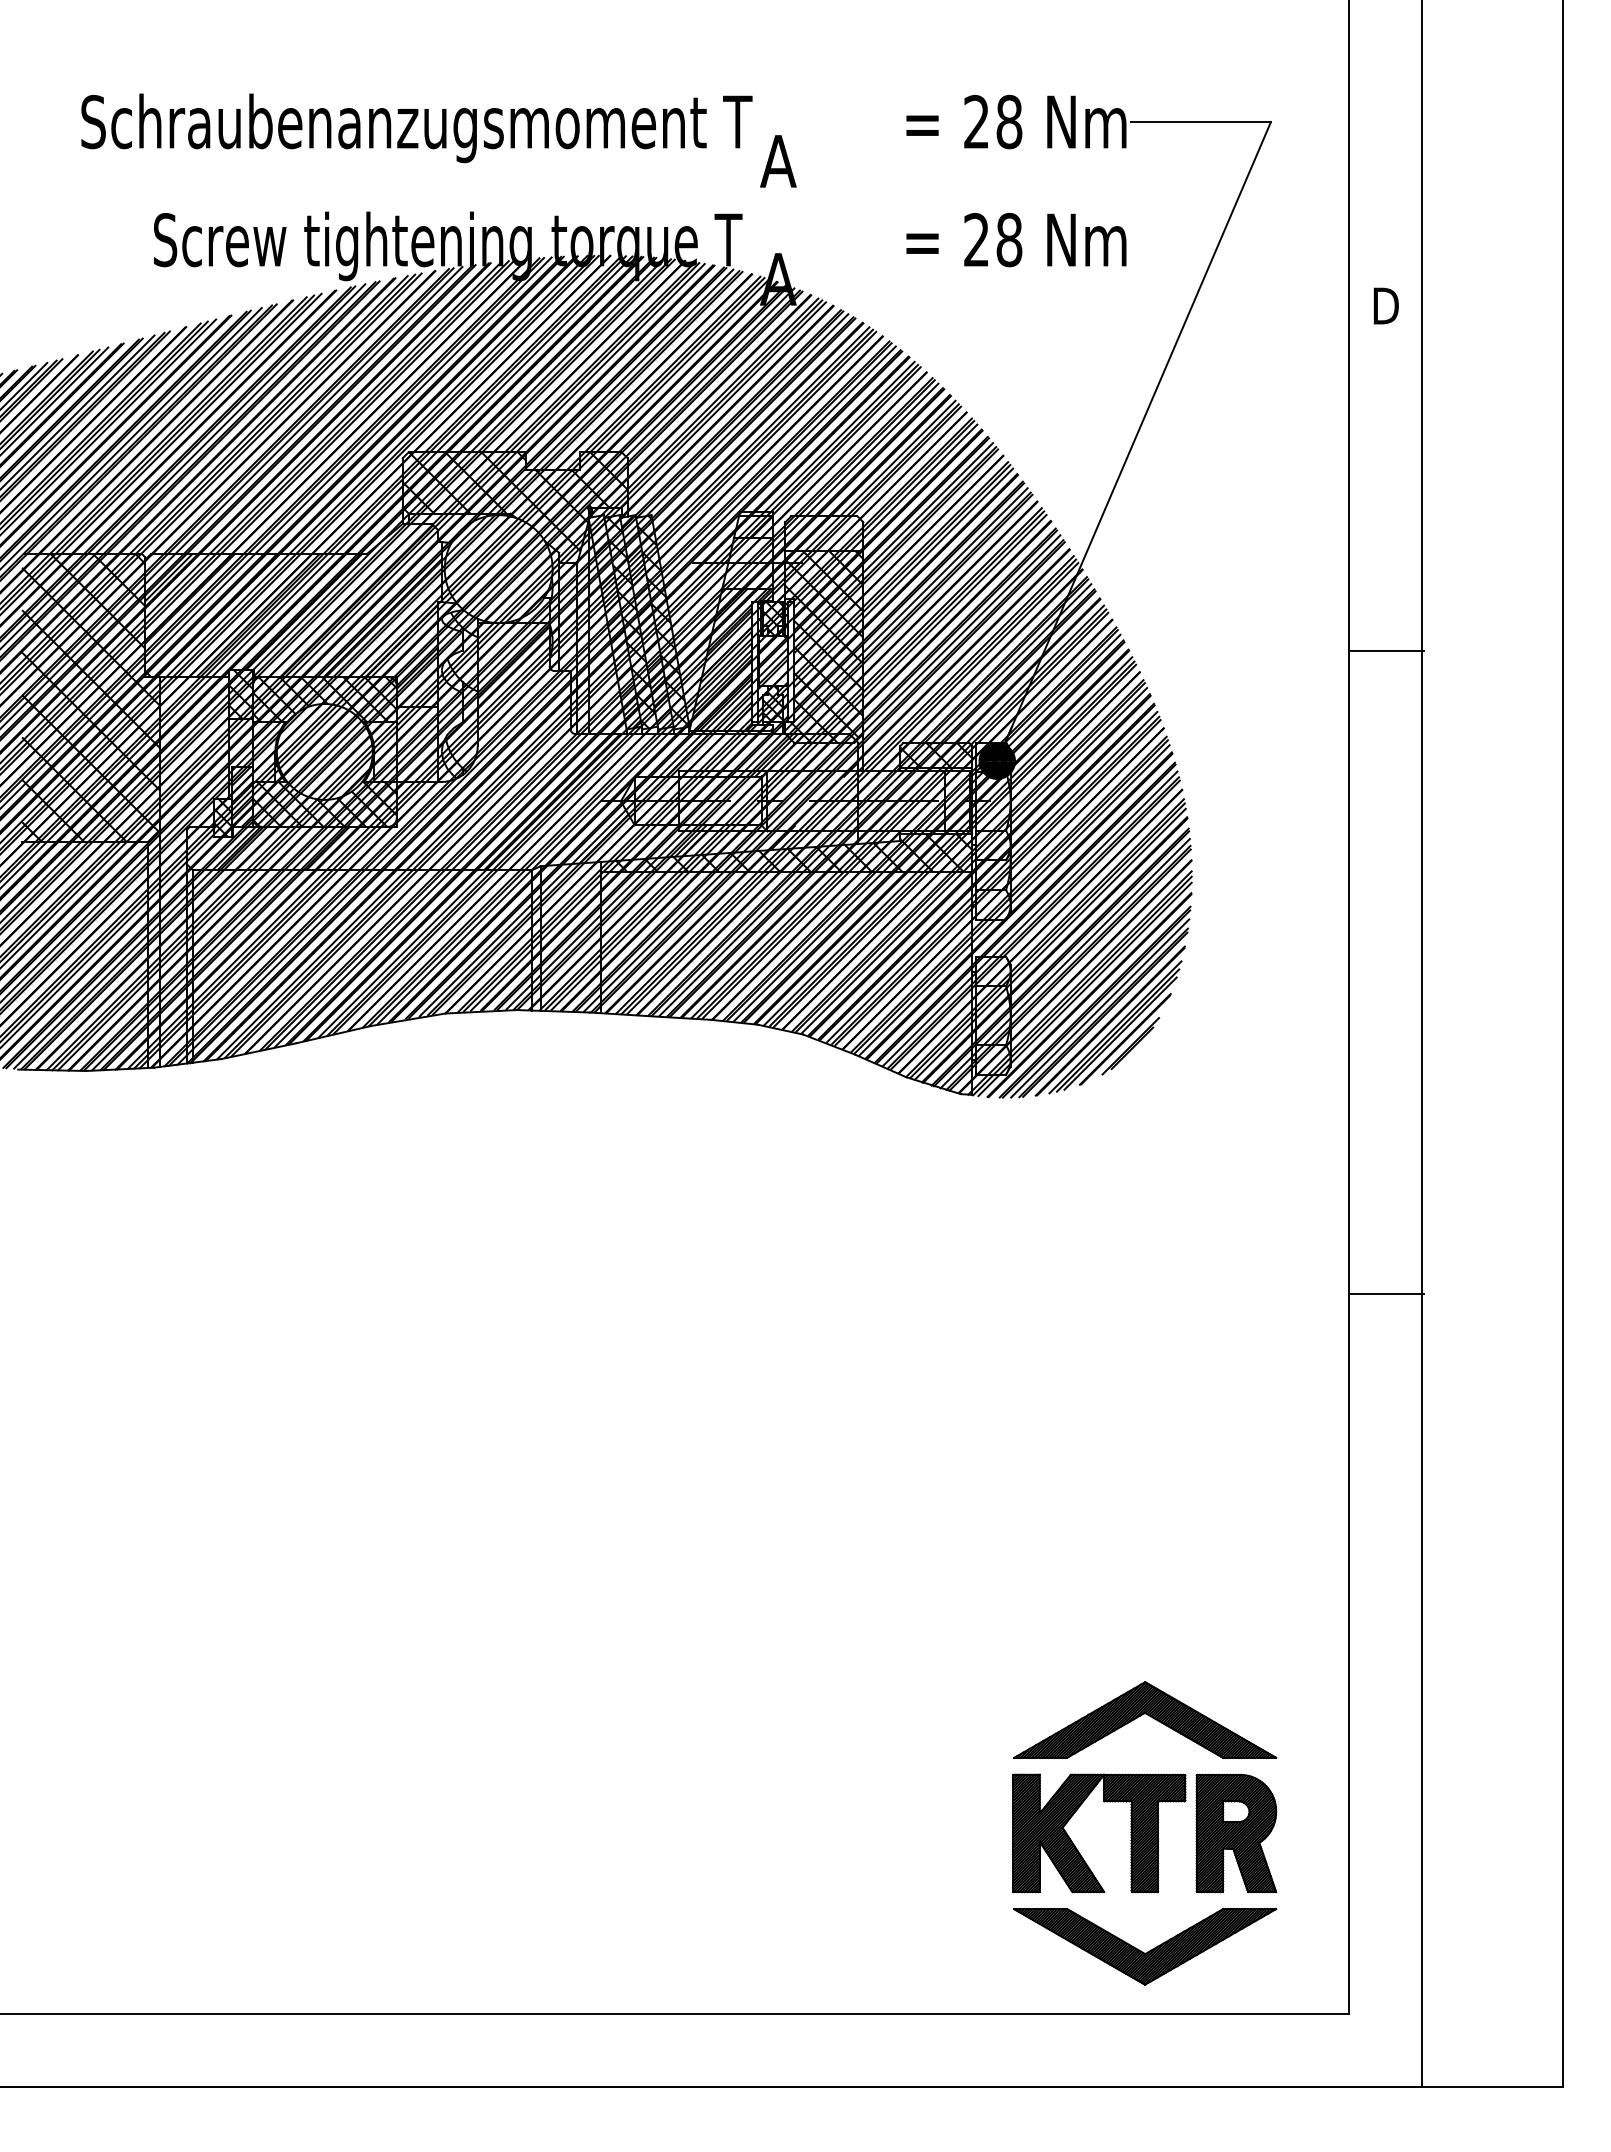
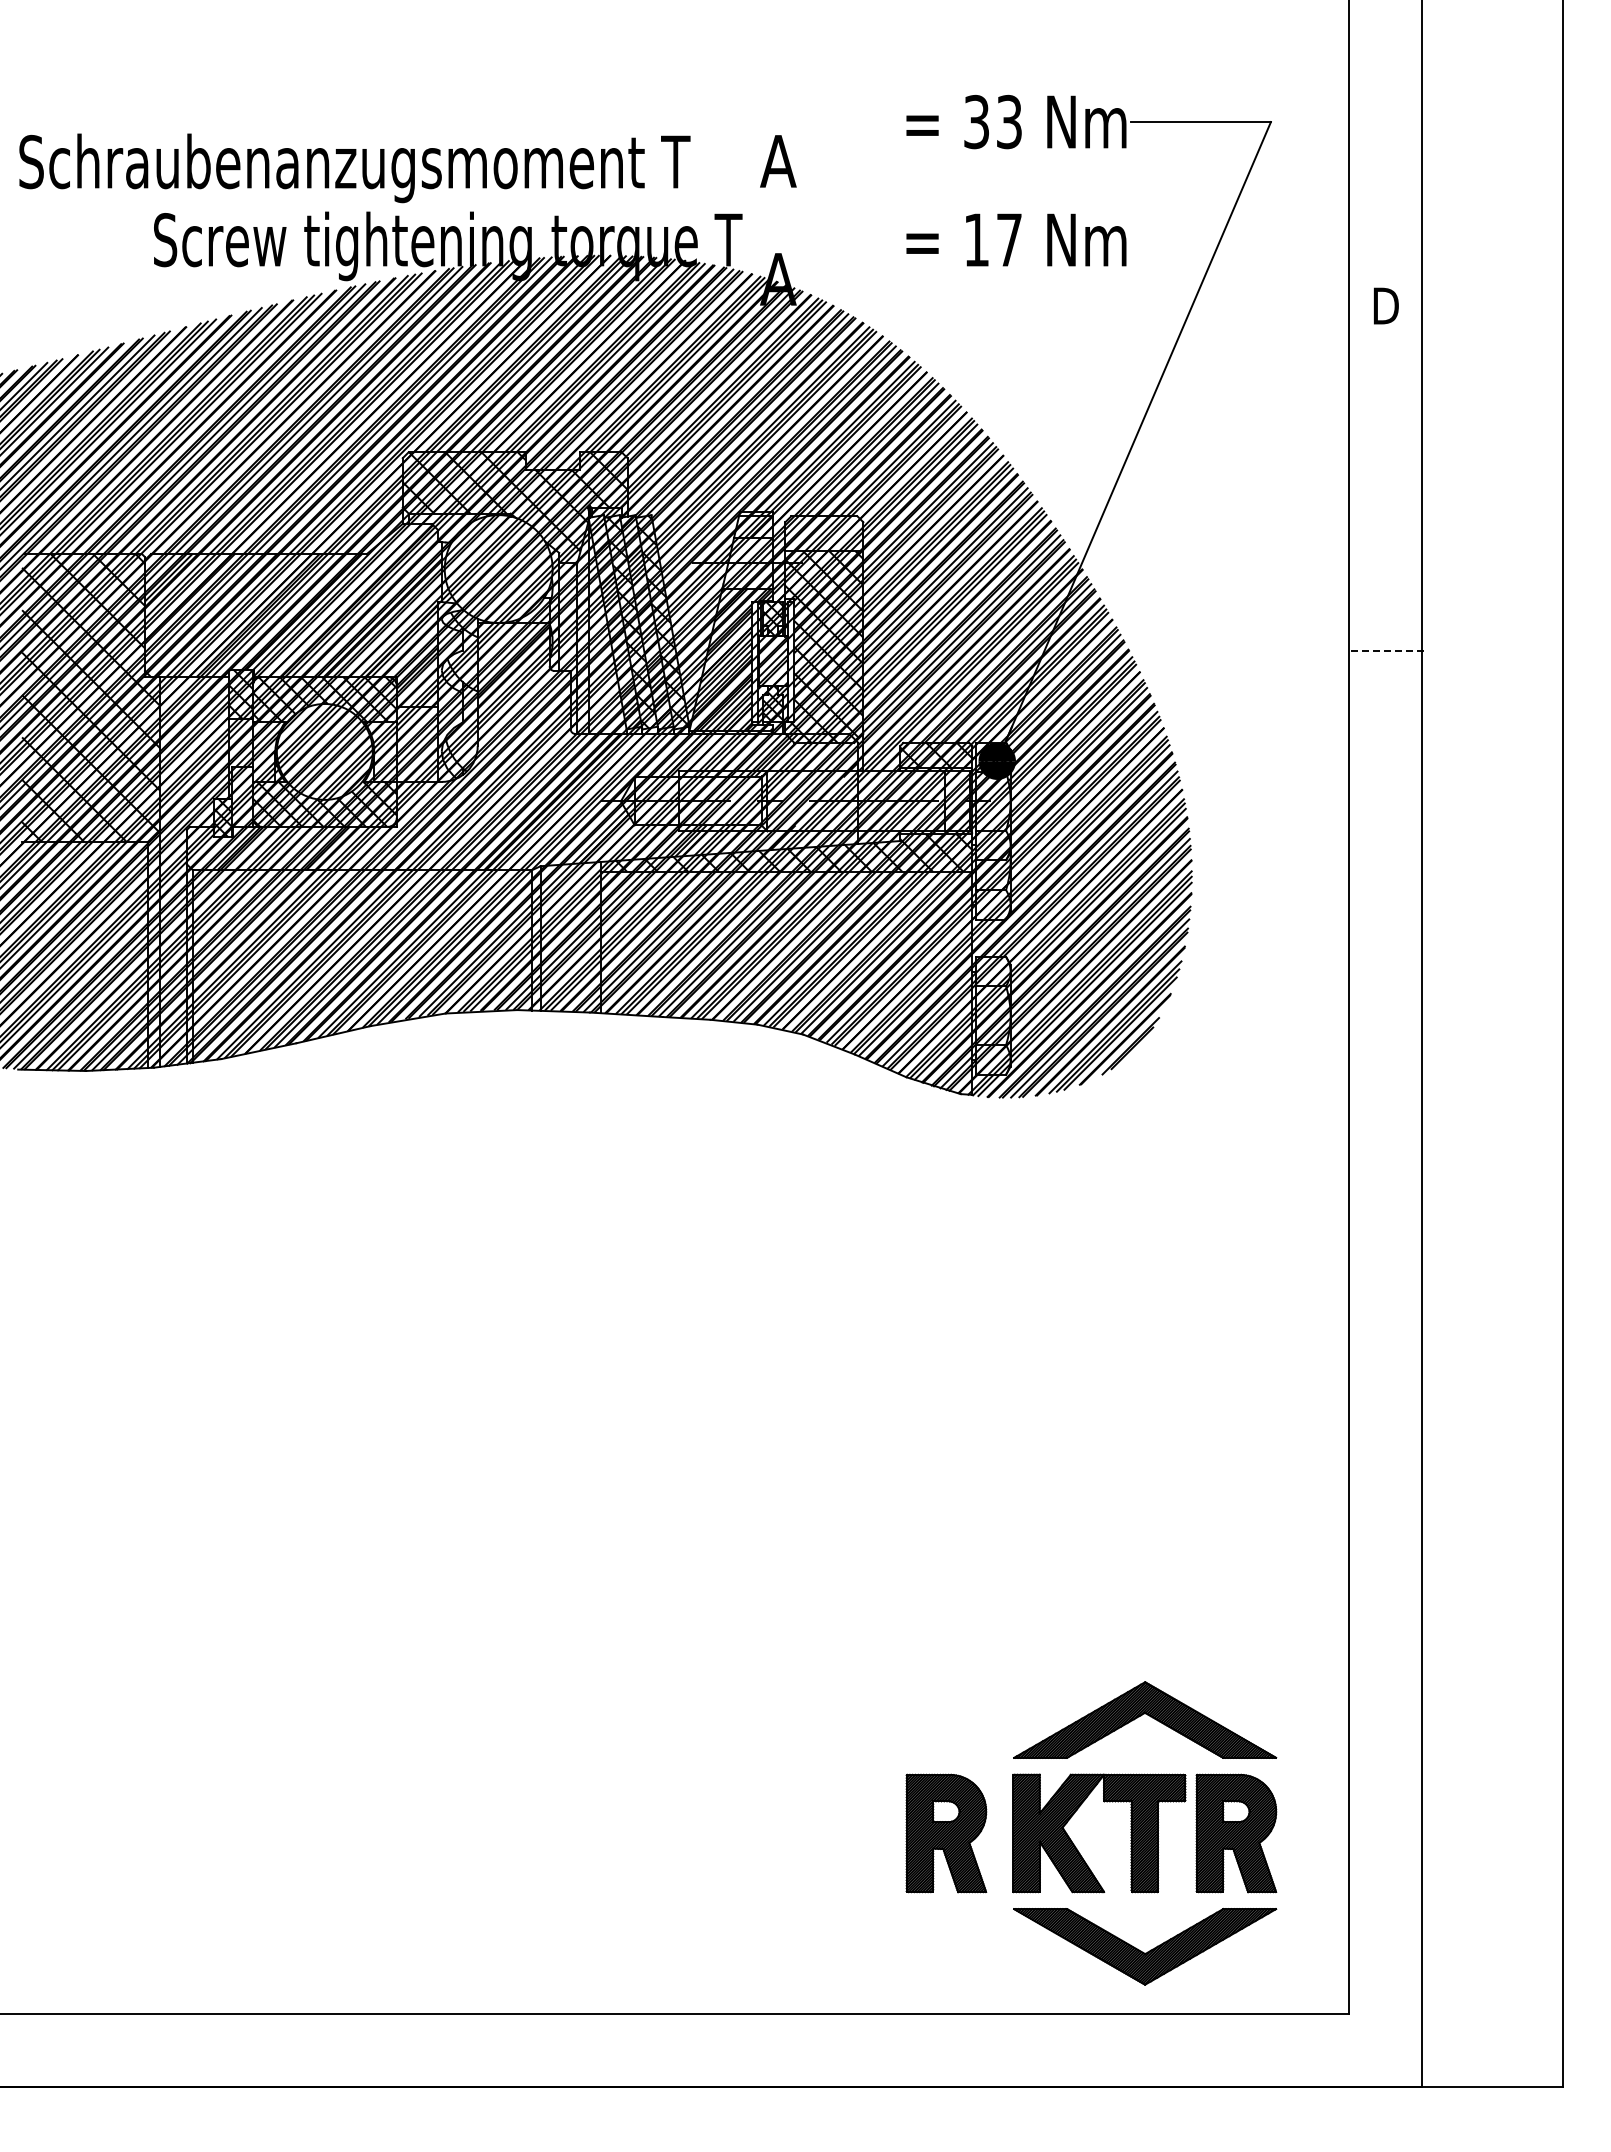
text at (993, 122): 28 -> 33
text at (416, 128) position: (416, 128) -> (354, 168)
text at (993, 240): 28 -> 17
line at (1387, 651): solid -> dashed
hatch at (241, 796): present -> none
line at (1387, 1294): present -> none
part at (946, 1833): none -> present
